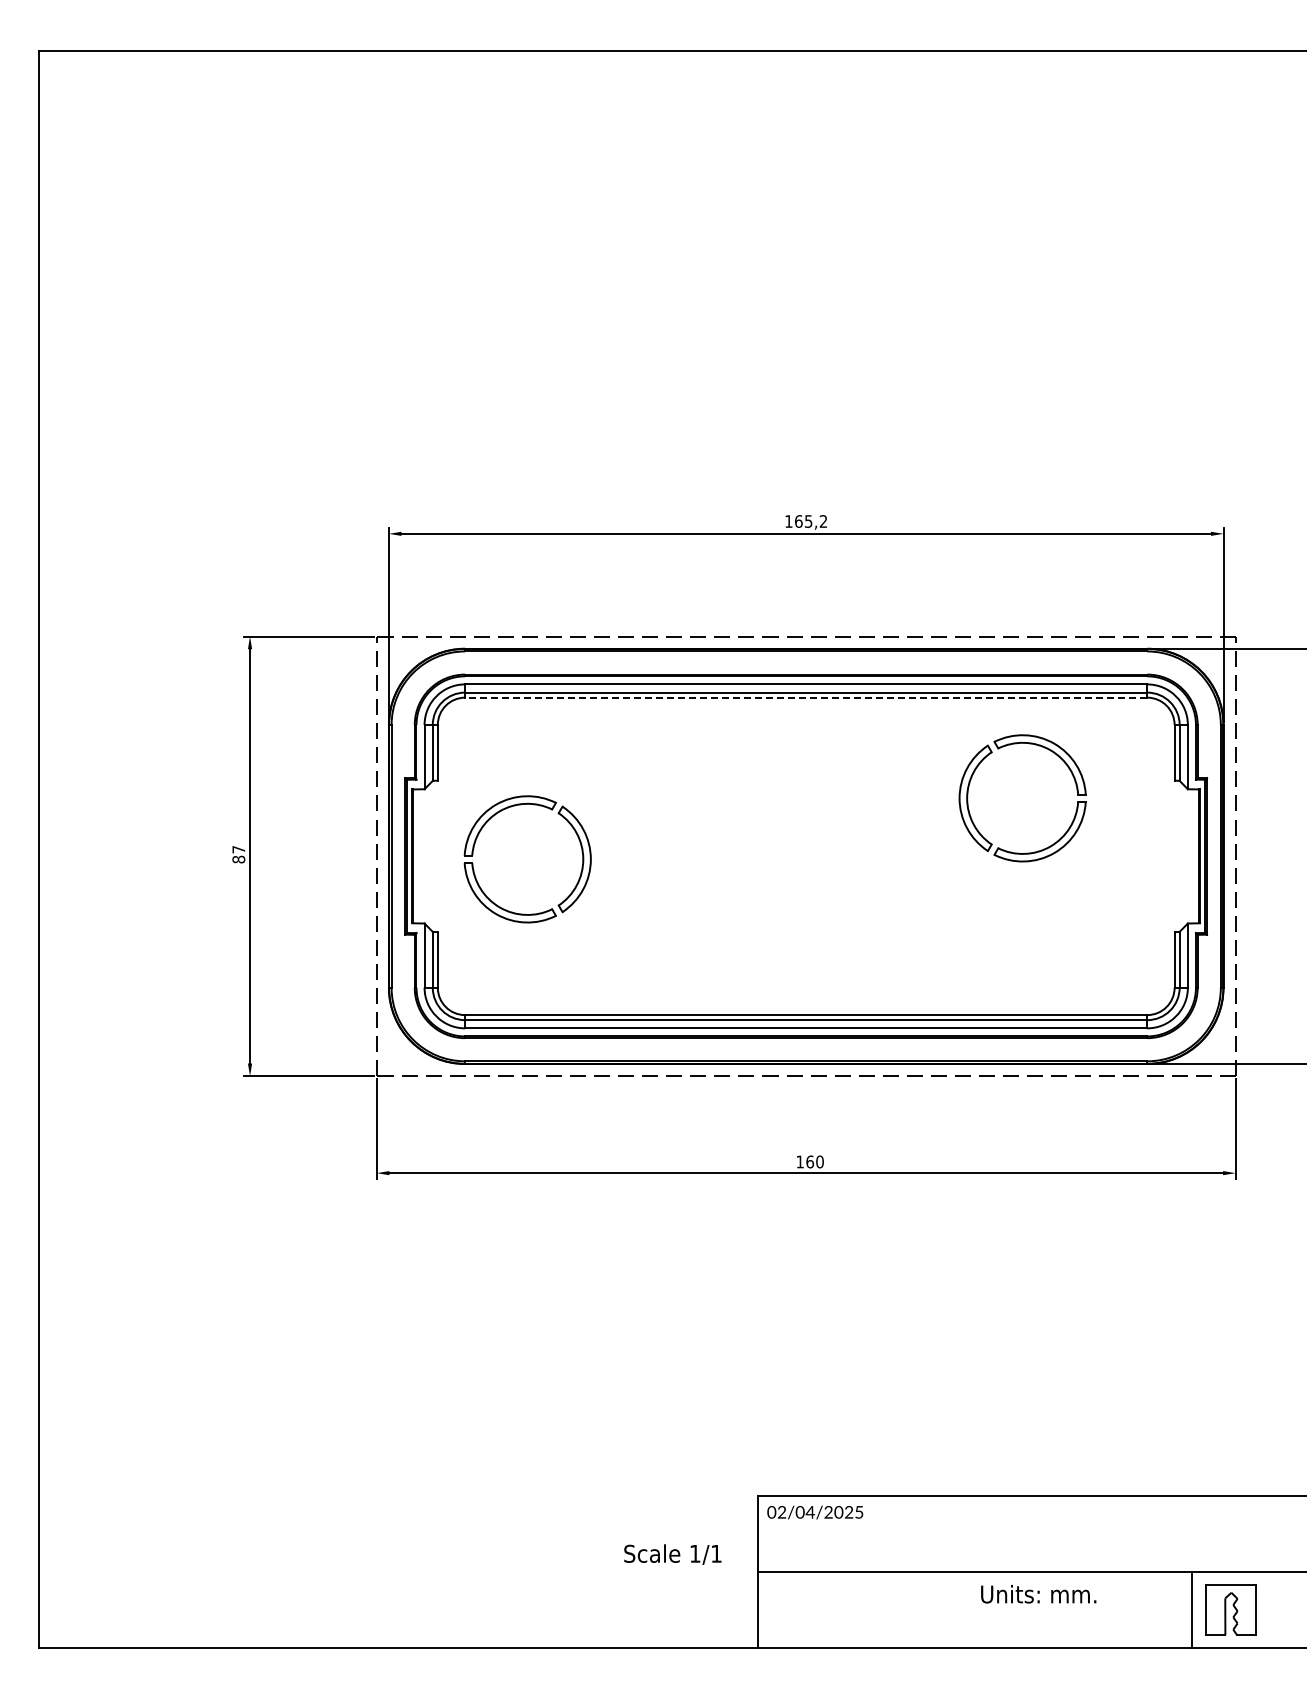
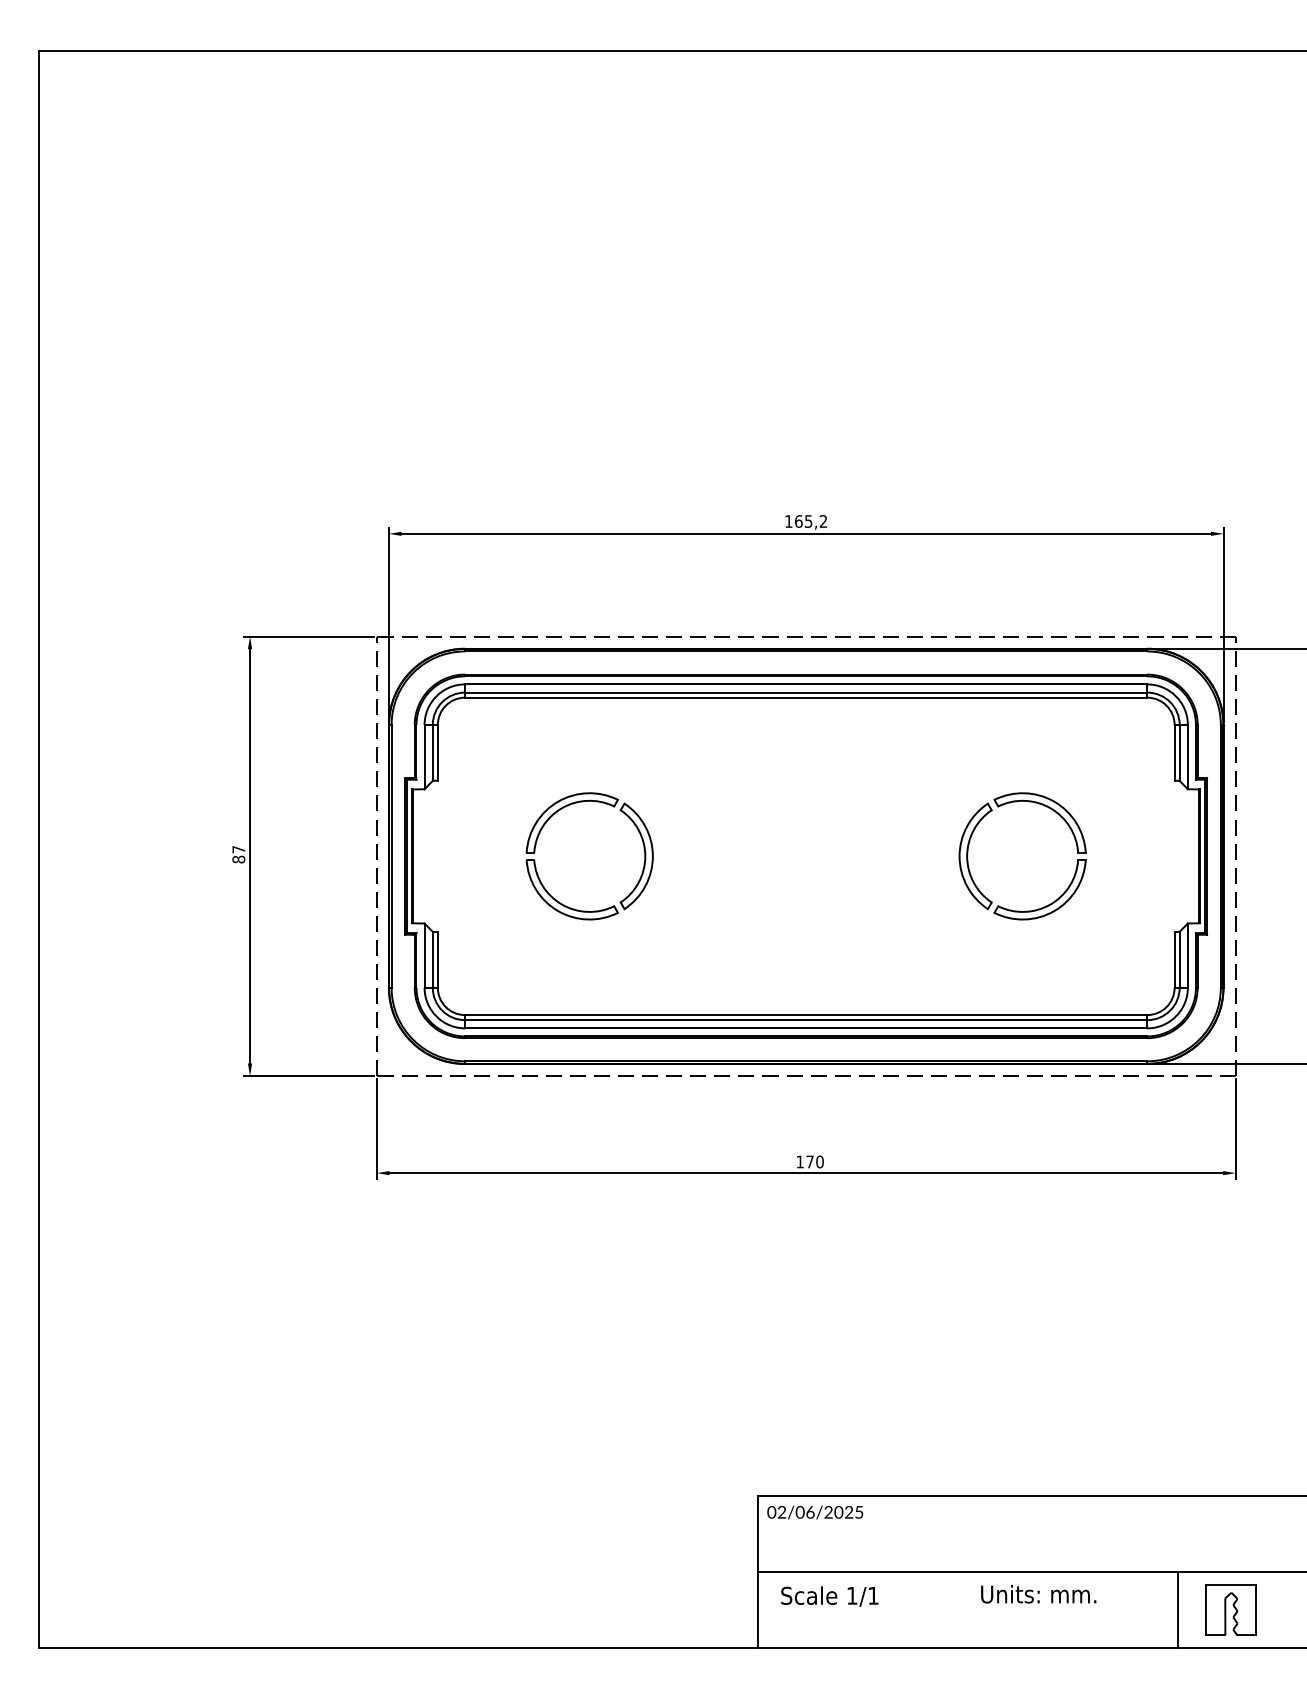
line at (805, 697): dashed -> solid
part at (968, 798) position: (968, 798) -> (968, 856)
part at (474, 869) position: (474, 869) -> (536, 866)
text at (810, 1161): 160 -> 170
text at (809, 1512): 02/04/2025 -> 02/06/2025
text at (672, 1554) position: (672, 1554) -> (829, 1596)
line at (1191, 1610) position: (1191, 1610) -> (1177, 1610)
